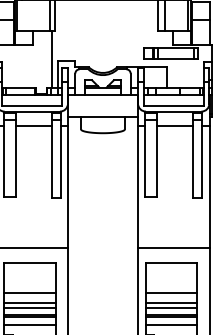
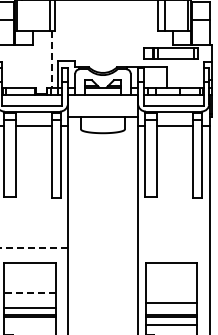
line at (51, 59): solid -> dashed
line at (33, 248): solid -> dashed
line at (173, 248): present -> none
line at (29, 293): solid -> dashed
line at (171, 293): present -> none
line at (29, 303): present -> none
line at (171, 308): present -> none
line at (29, 324): present -> none
